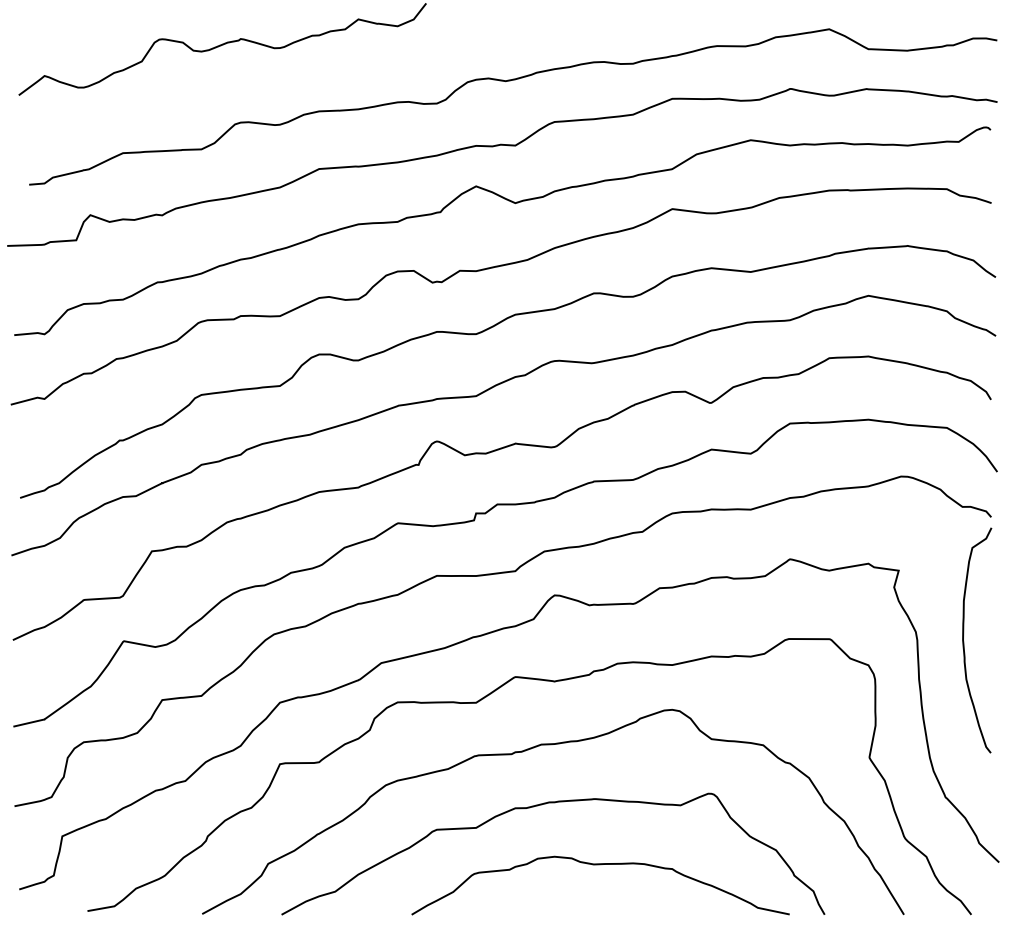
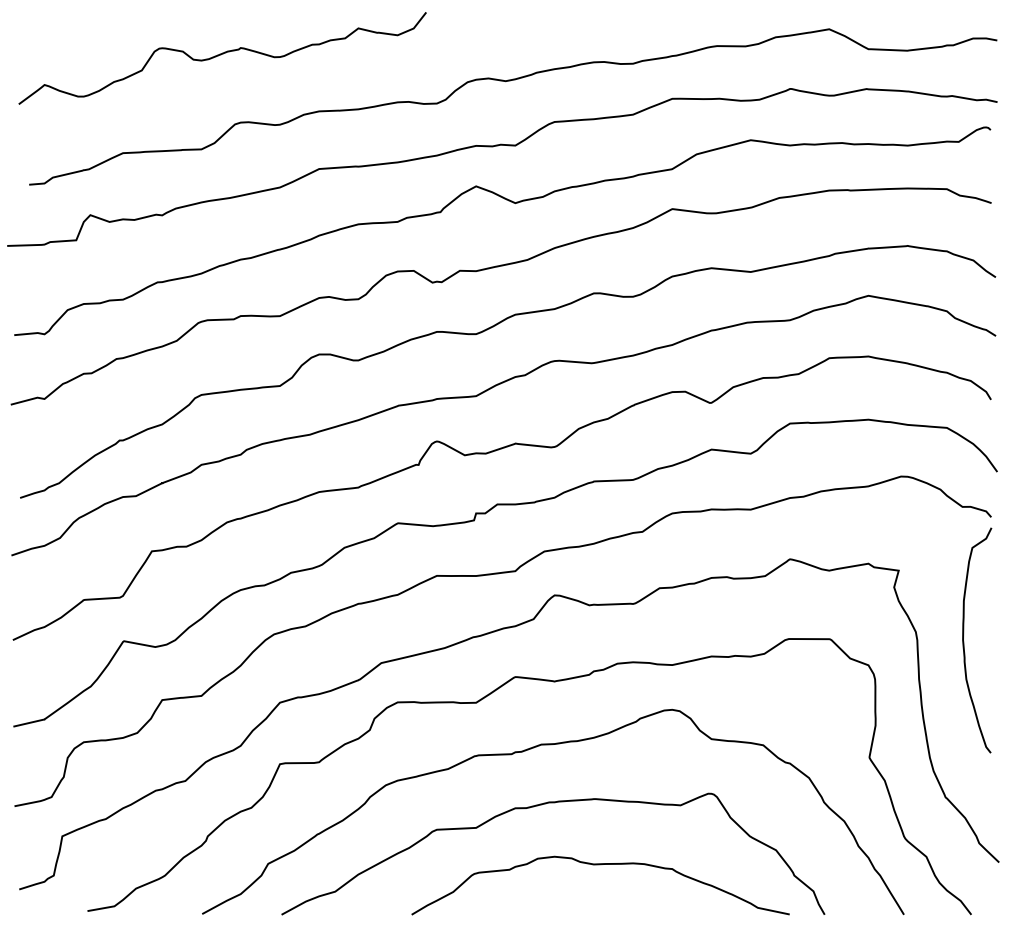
curve at (221, 46) position: (221, 46) -> (221, 55)
